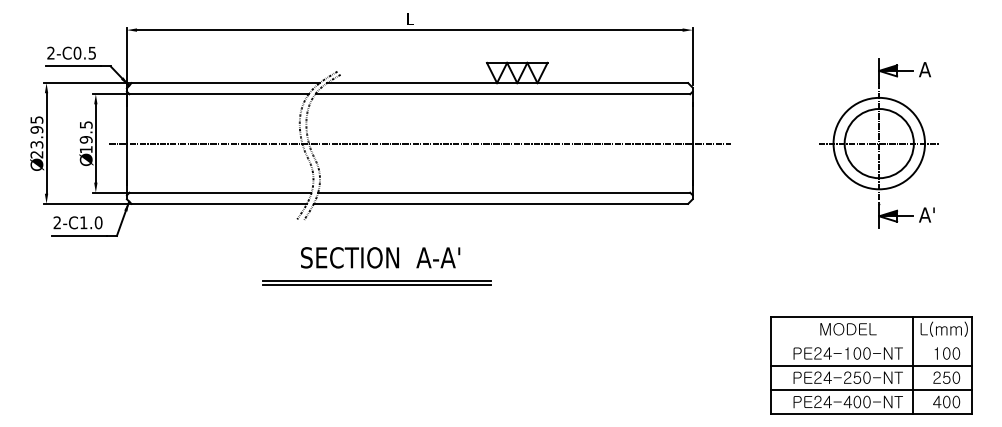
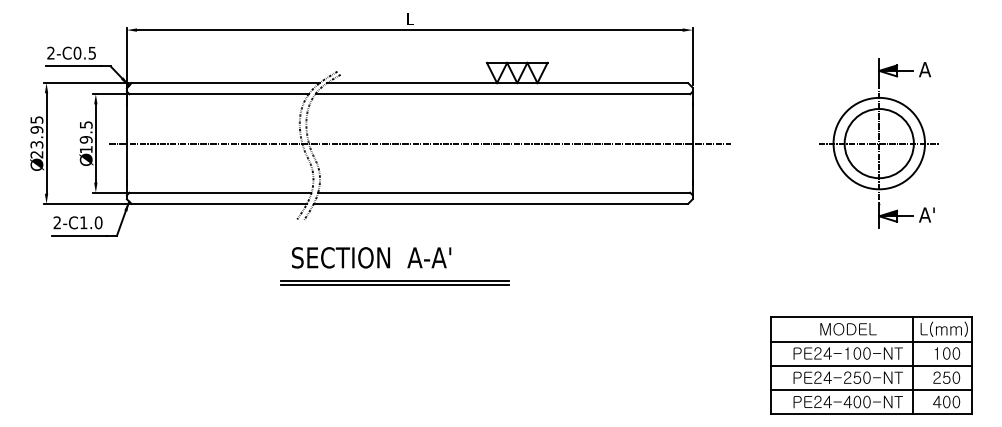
text at (380, 257) position: (380, 257) -> (371, 257)
part at (376, 282) position: (376, 282) -> (394, 282)
line at (871, 341): none -> present
